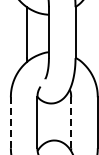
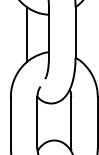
line at (10, 123): dashed -> solid
line at (71, 123): dashed -> solid
